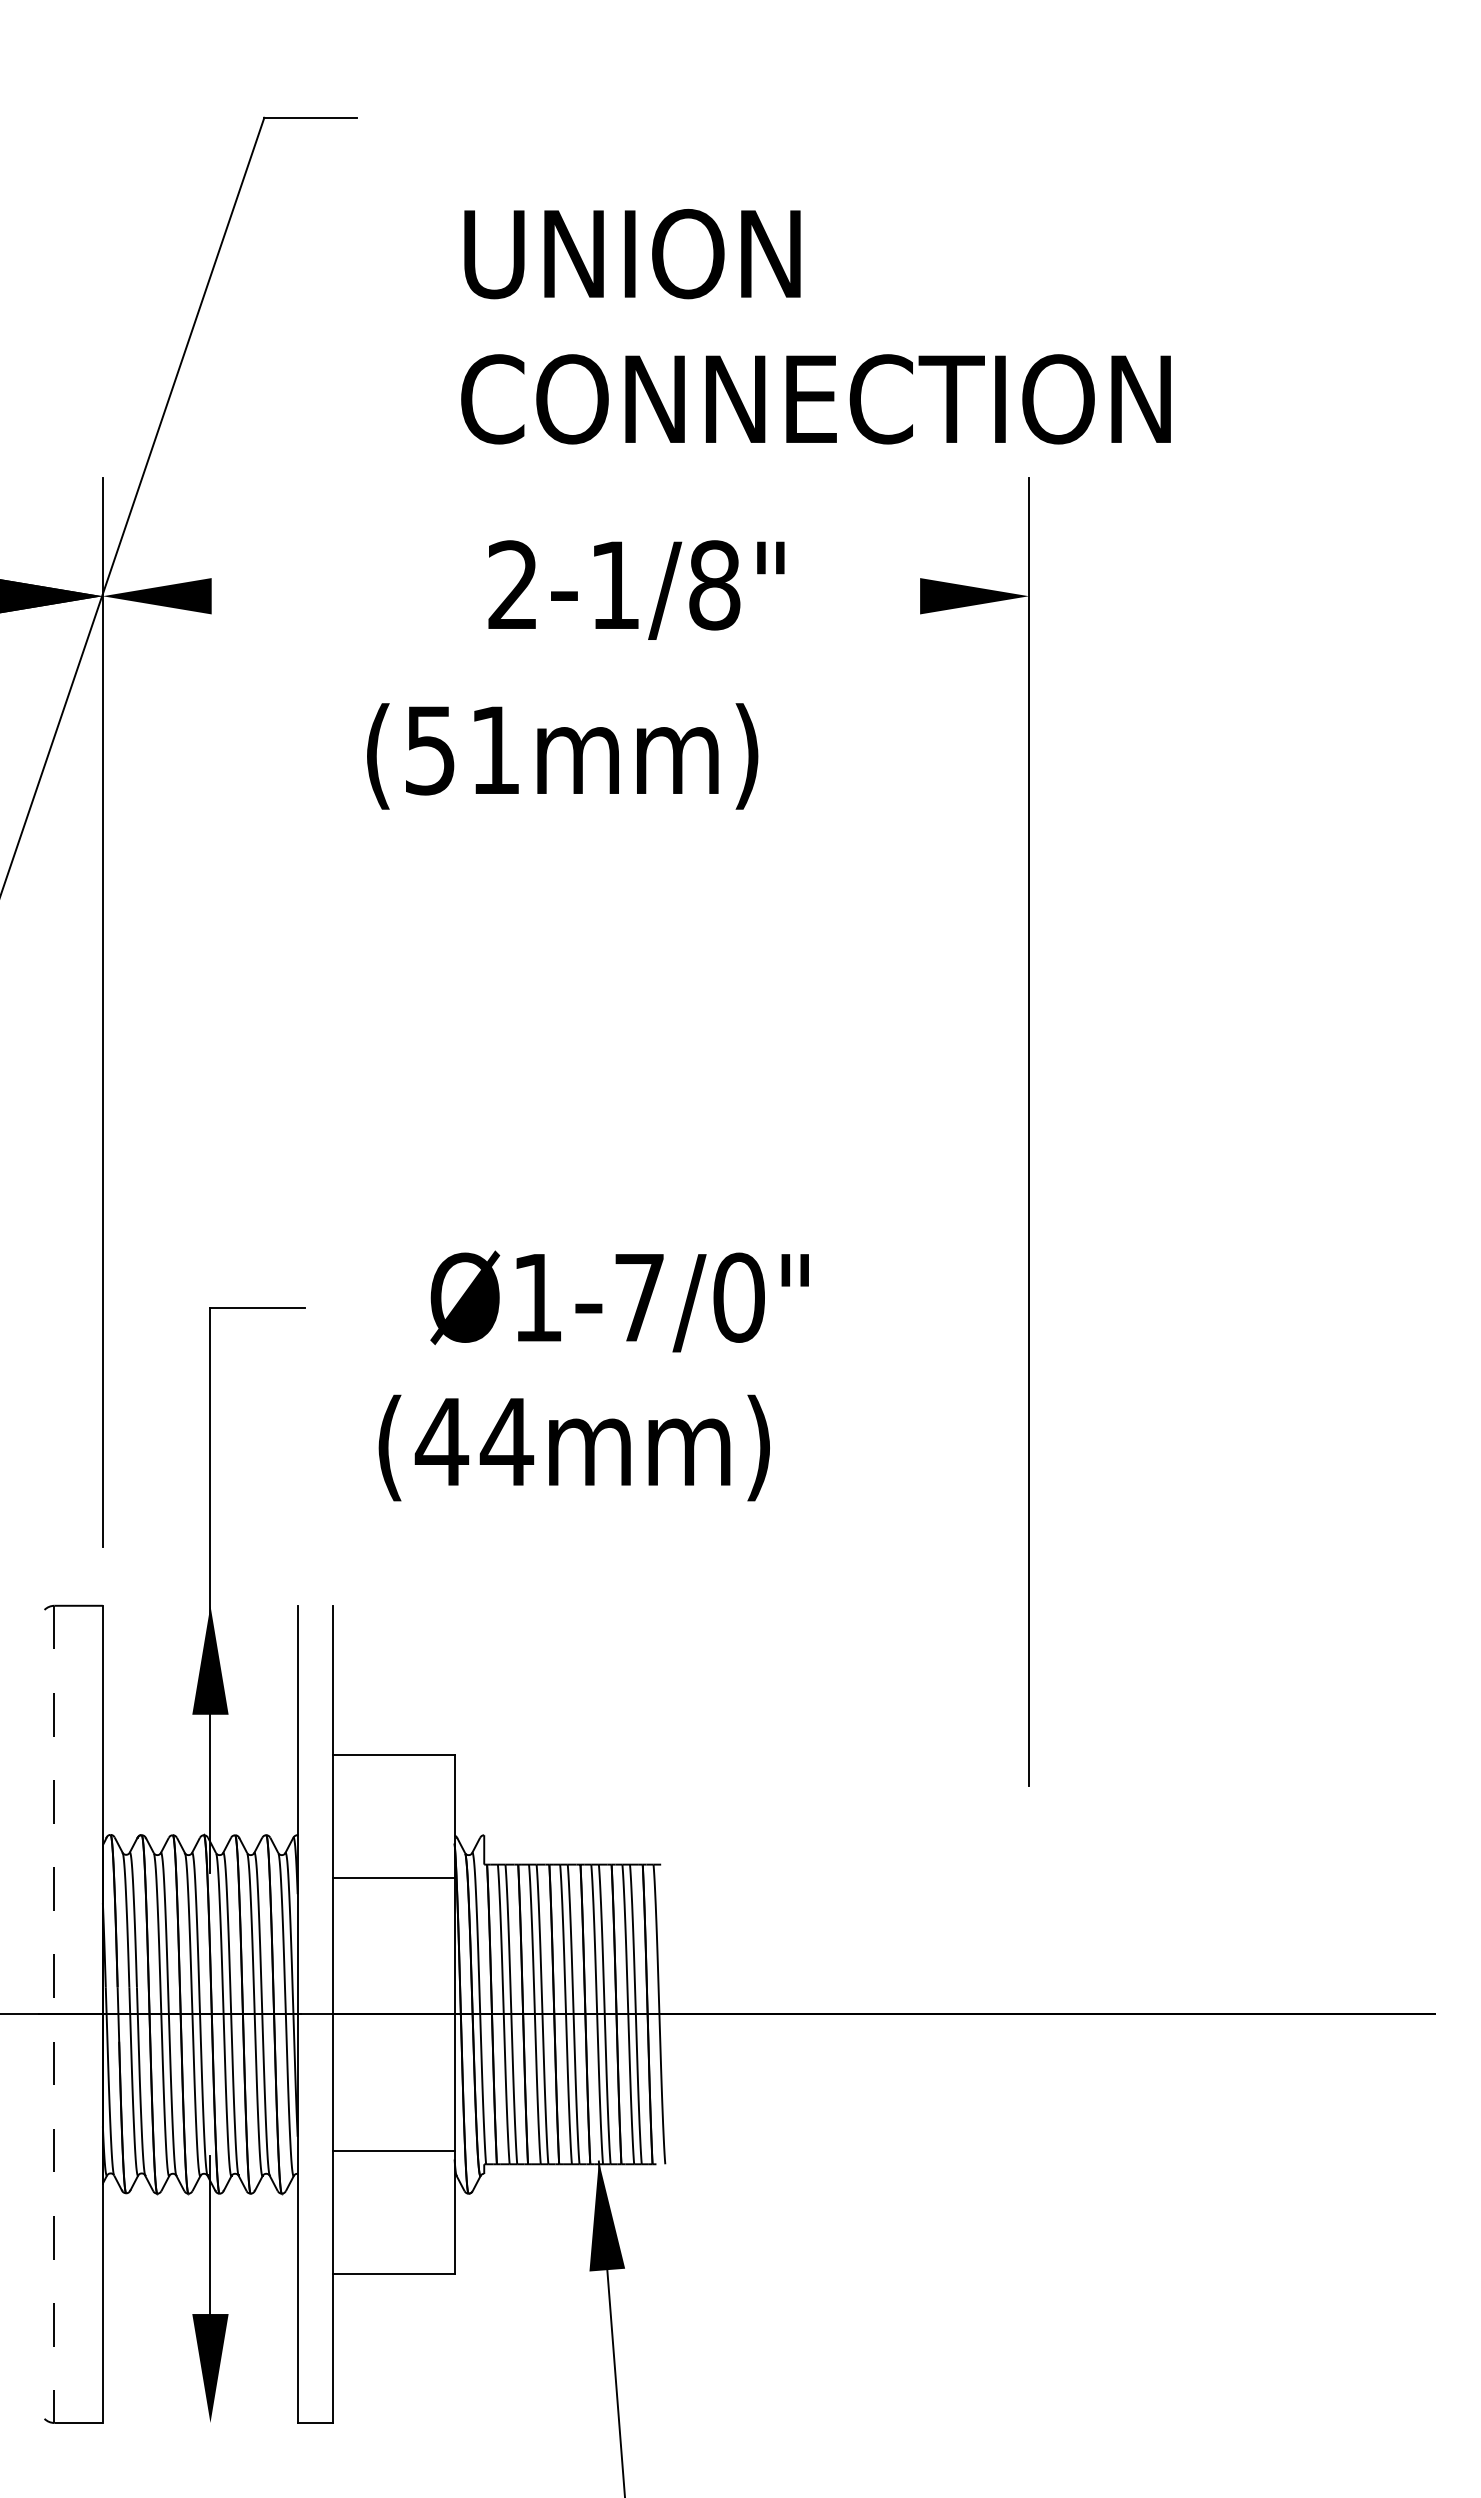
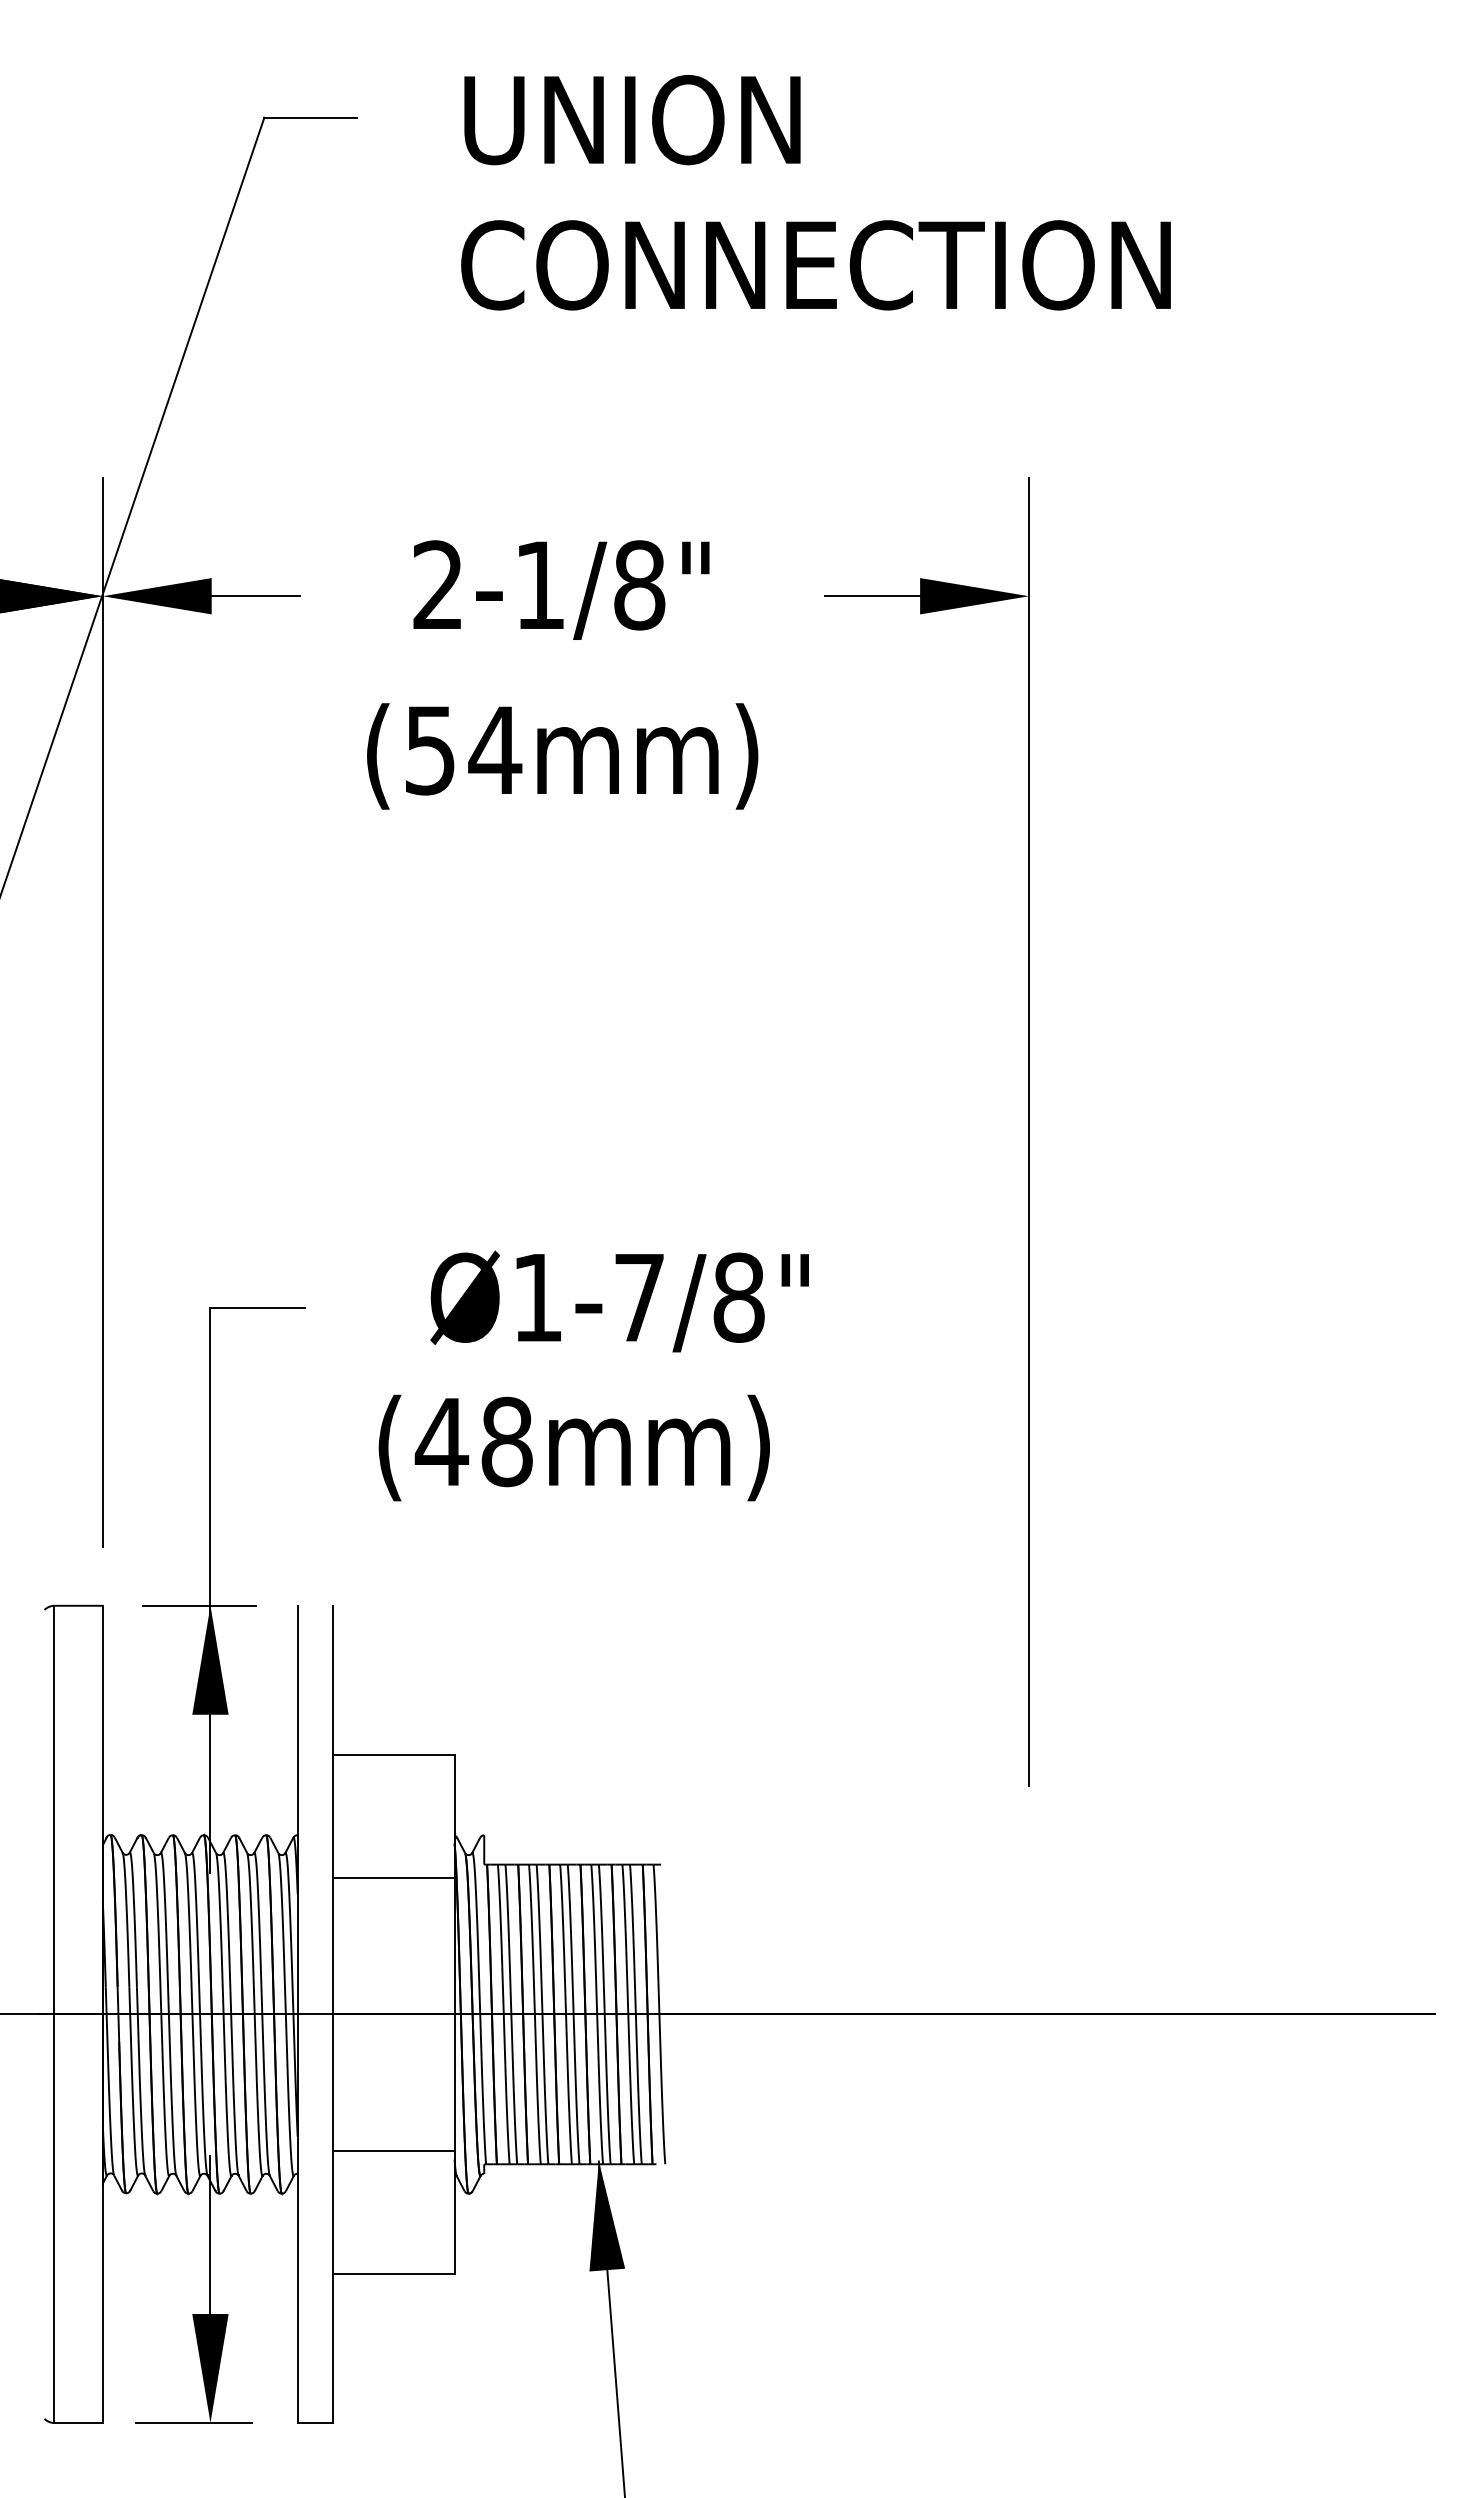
text at (815, 326) position: (815, 326) -> (815, 192)
text at (636, 589) position: (636, 589) -> (561, 589)
line at (255, 596): none -> present
line at (872, 596): none -> present
text at (495, 749): (51mm) -> (54mm)
text at (738, 1297): Ø1-7/0" -> Ø1-7/8"
text at (506, 1441): (44mm) -> (48mm)
line at (199, 1605): none -> present
line at (54, 2014): dashed -> solid
line at (193, 2423): none -> present
